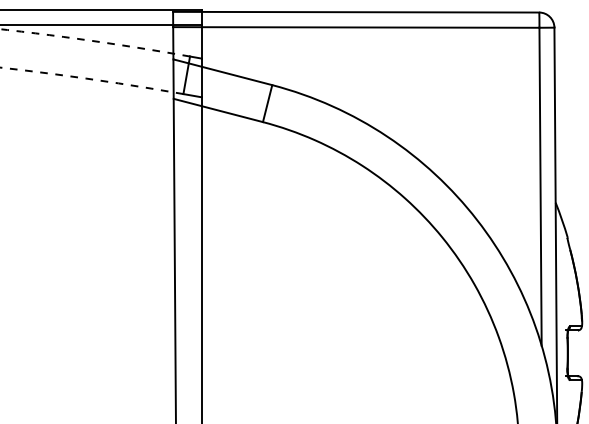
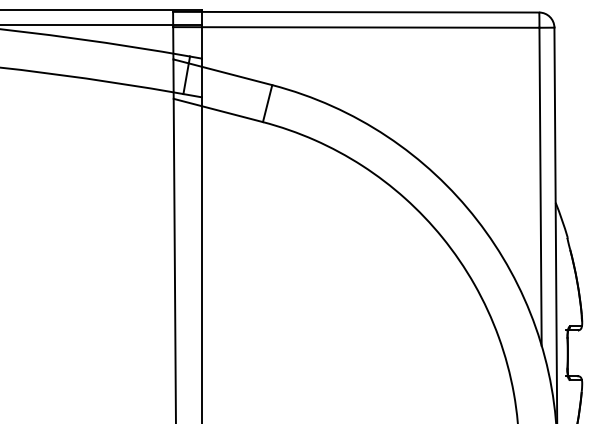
arc at (94, 41): dashed -> solid
arc at (91, 79): dashed -> solid
